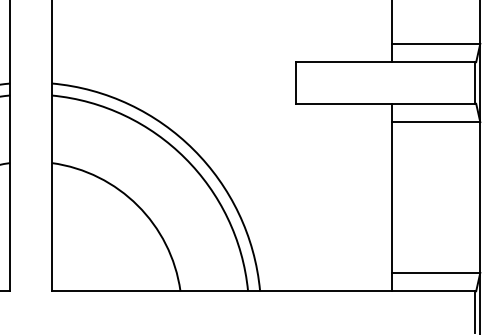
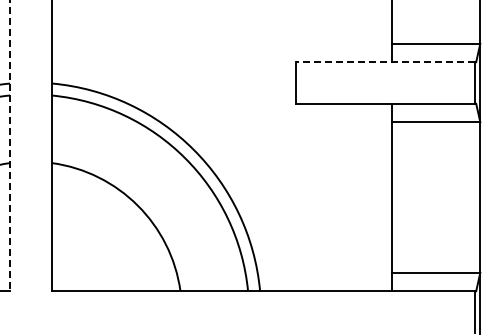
line at (385, 62): solid -> dashed
line at (10, 146): solid -> dashed
